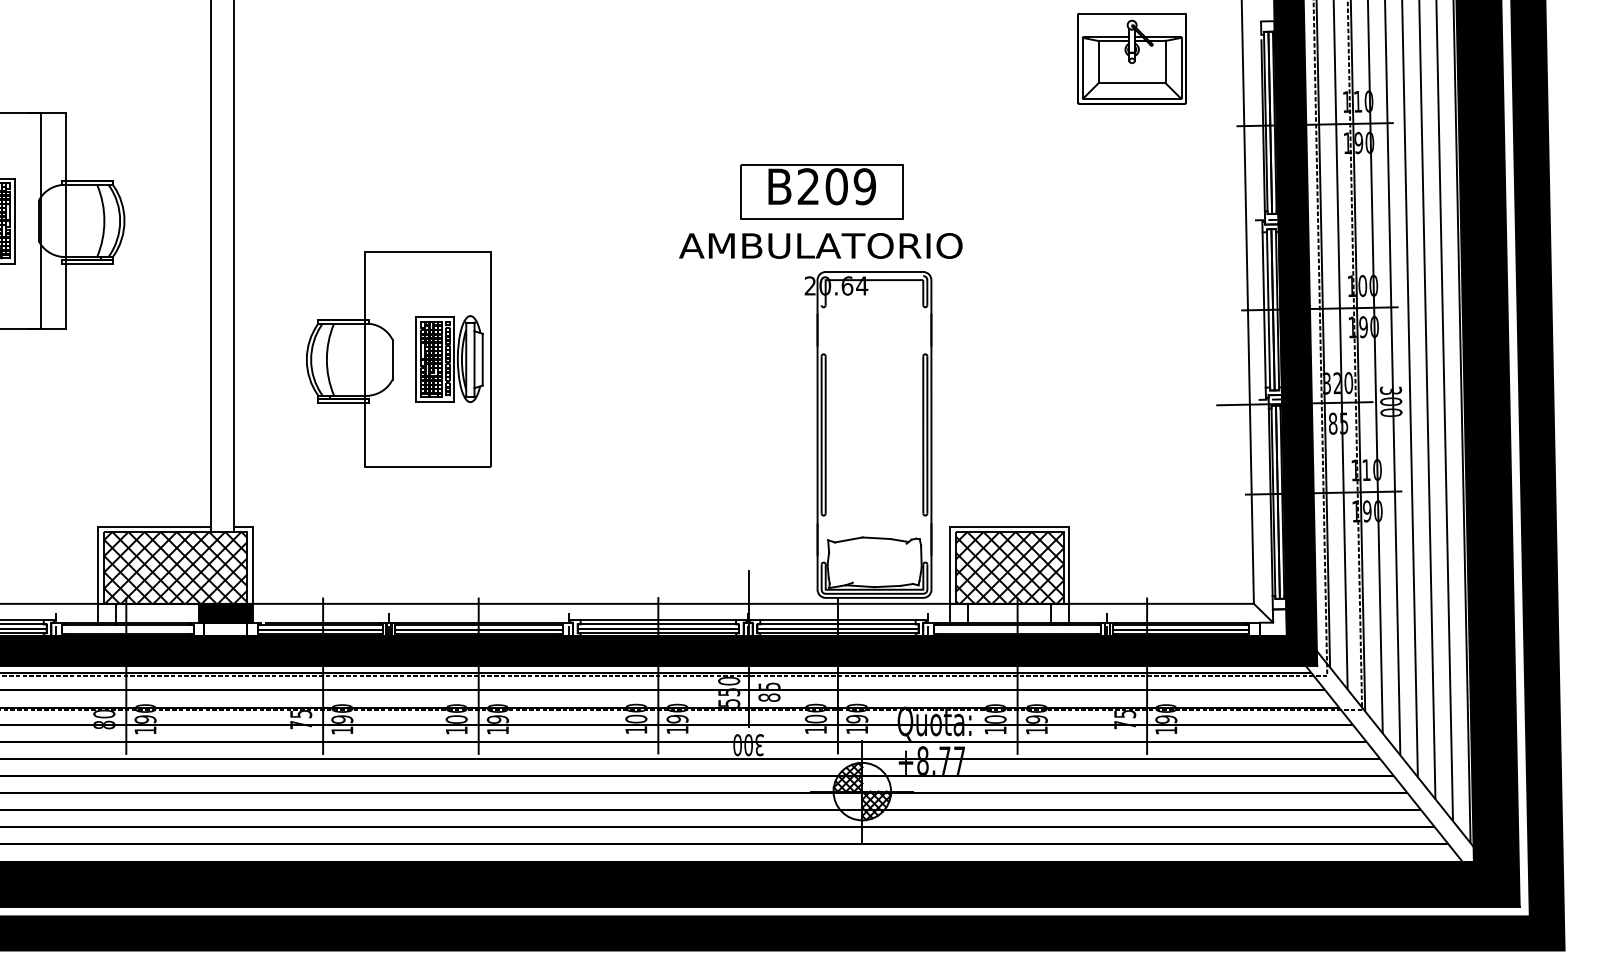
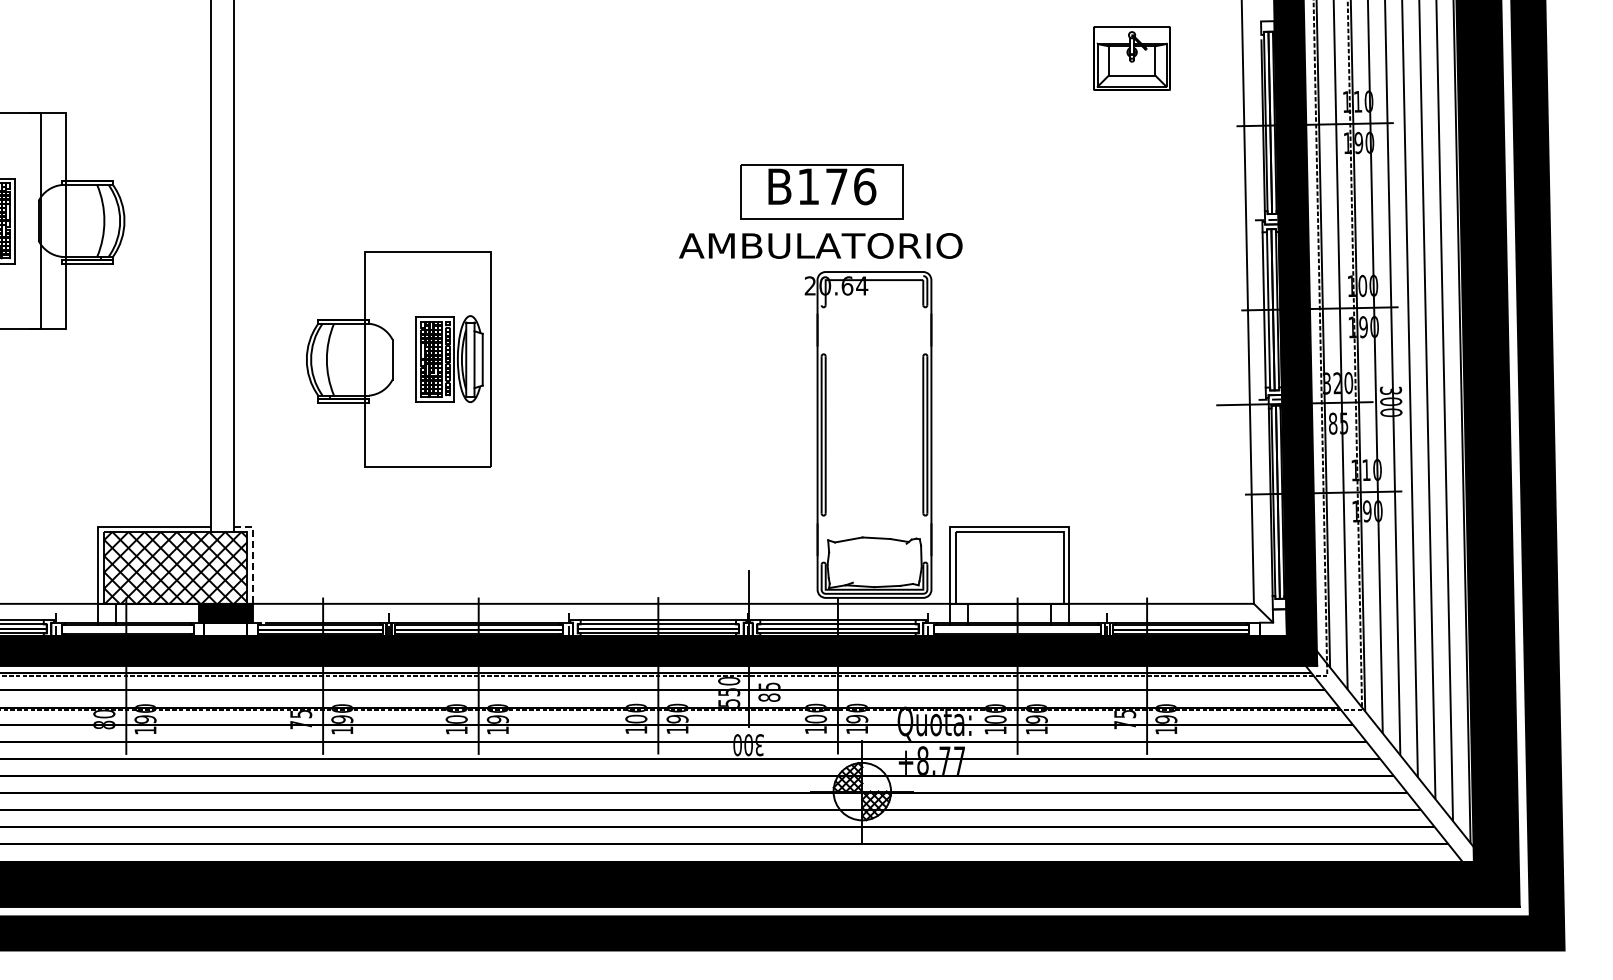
part at (1131, 58) size: 110x93 px -> 78x65 px
text at (836, 186): B209 -> B176
line at (252, 555): solid -> dashed
hatch at (1009, 567): present -> none
